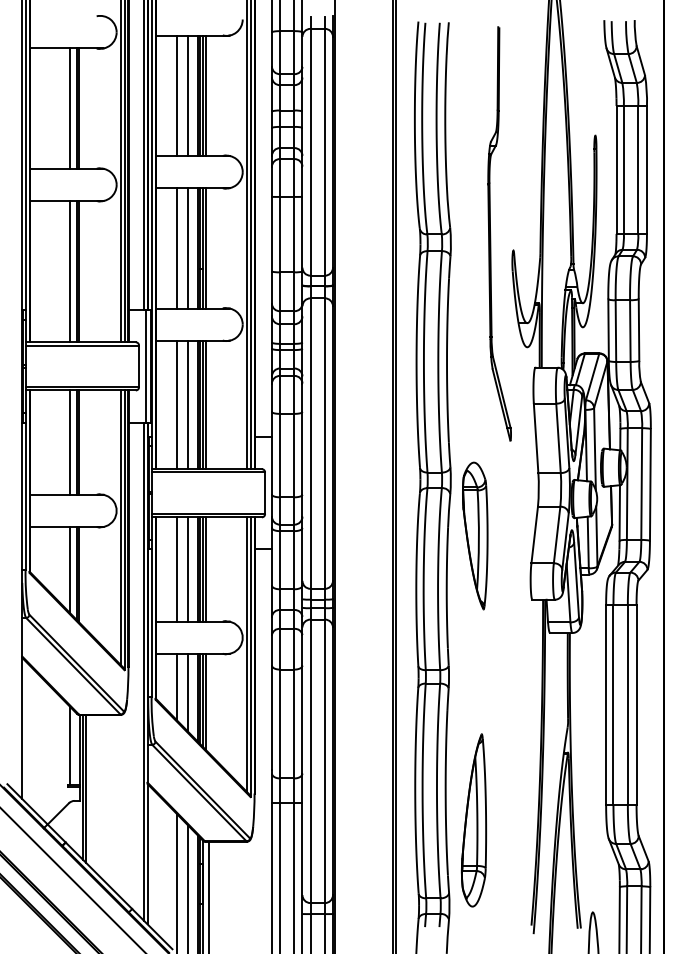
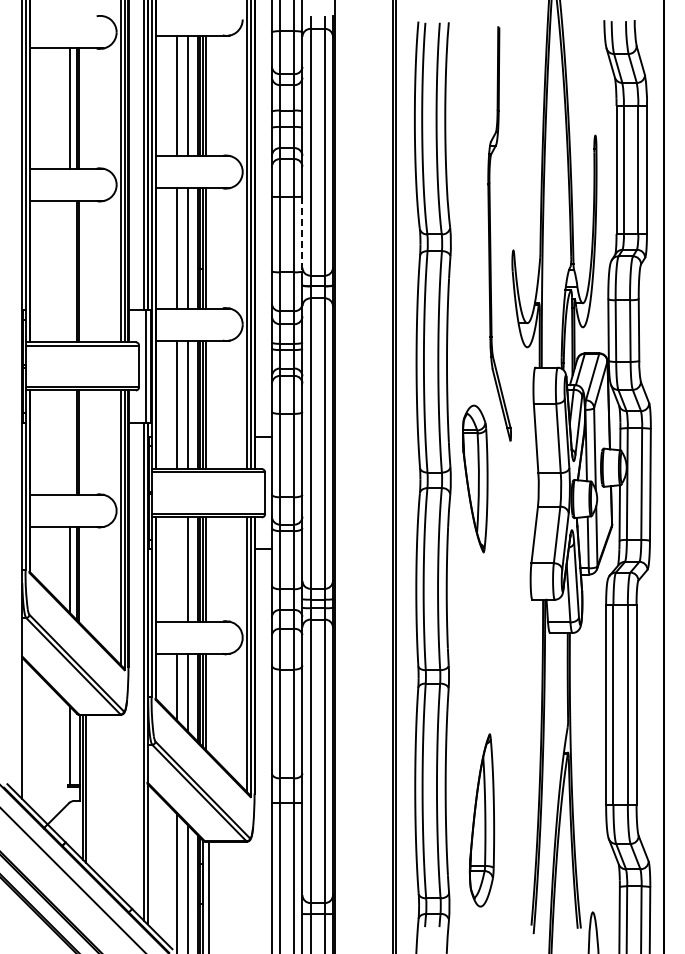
line at (302, 234): solid -> dashed
line at (70, 271): present -> none
line at (70, 442): present -> none
part at (475, 535) position: (475, 535) -> (475, 478)
line at (176, 569): present -> none
part at (473, 820) position: (473, 820) -> (481, 820)
